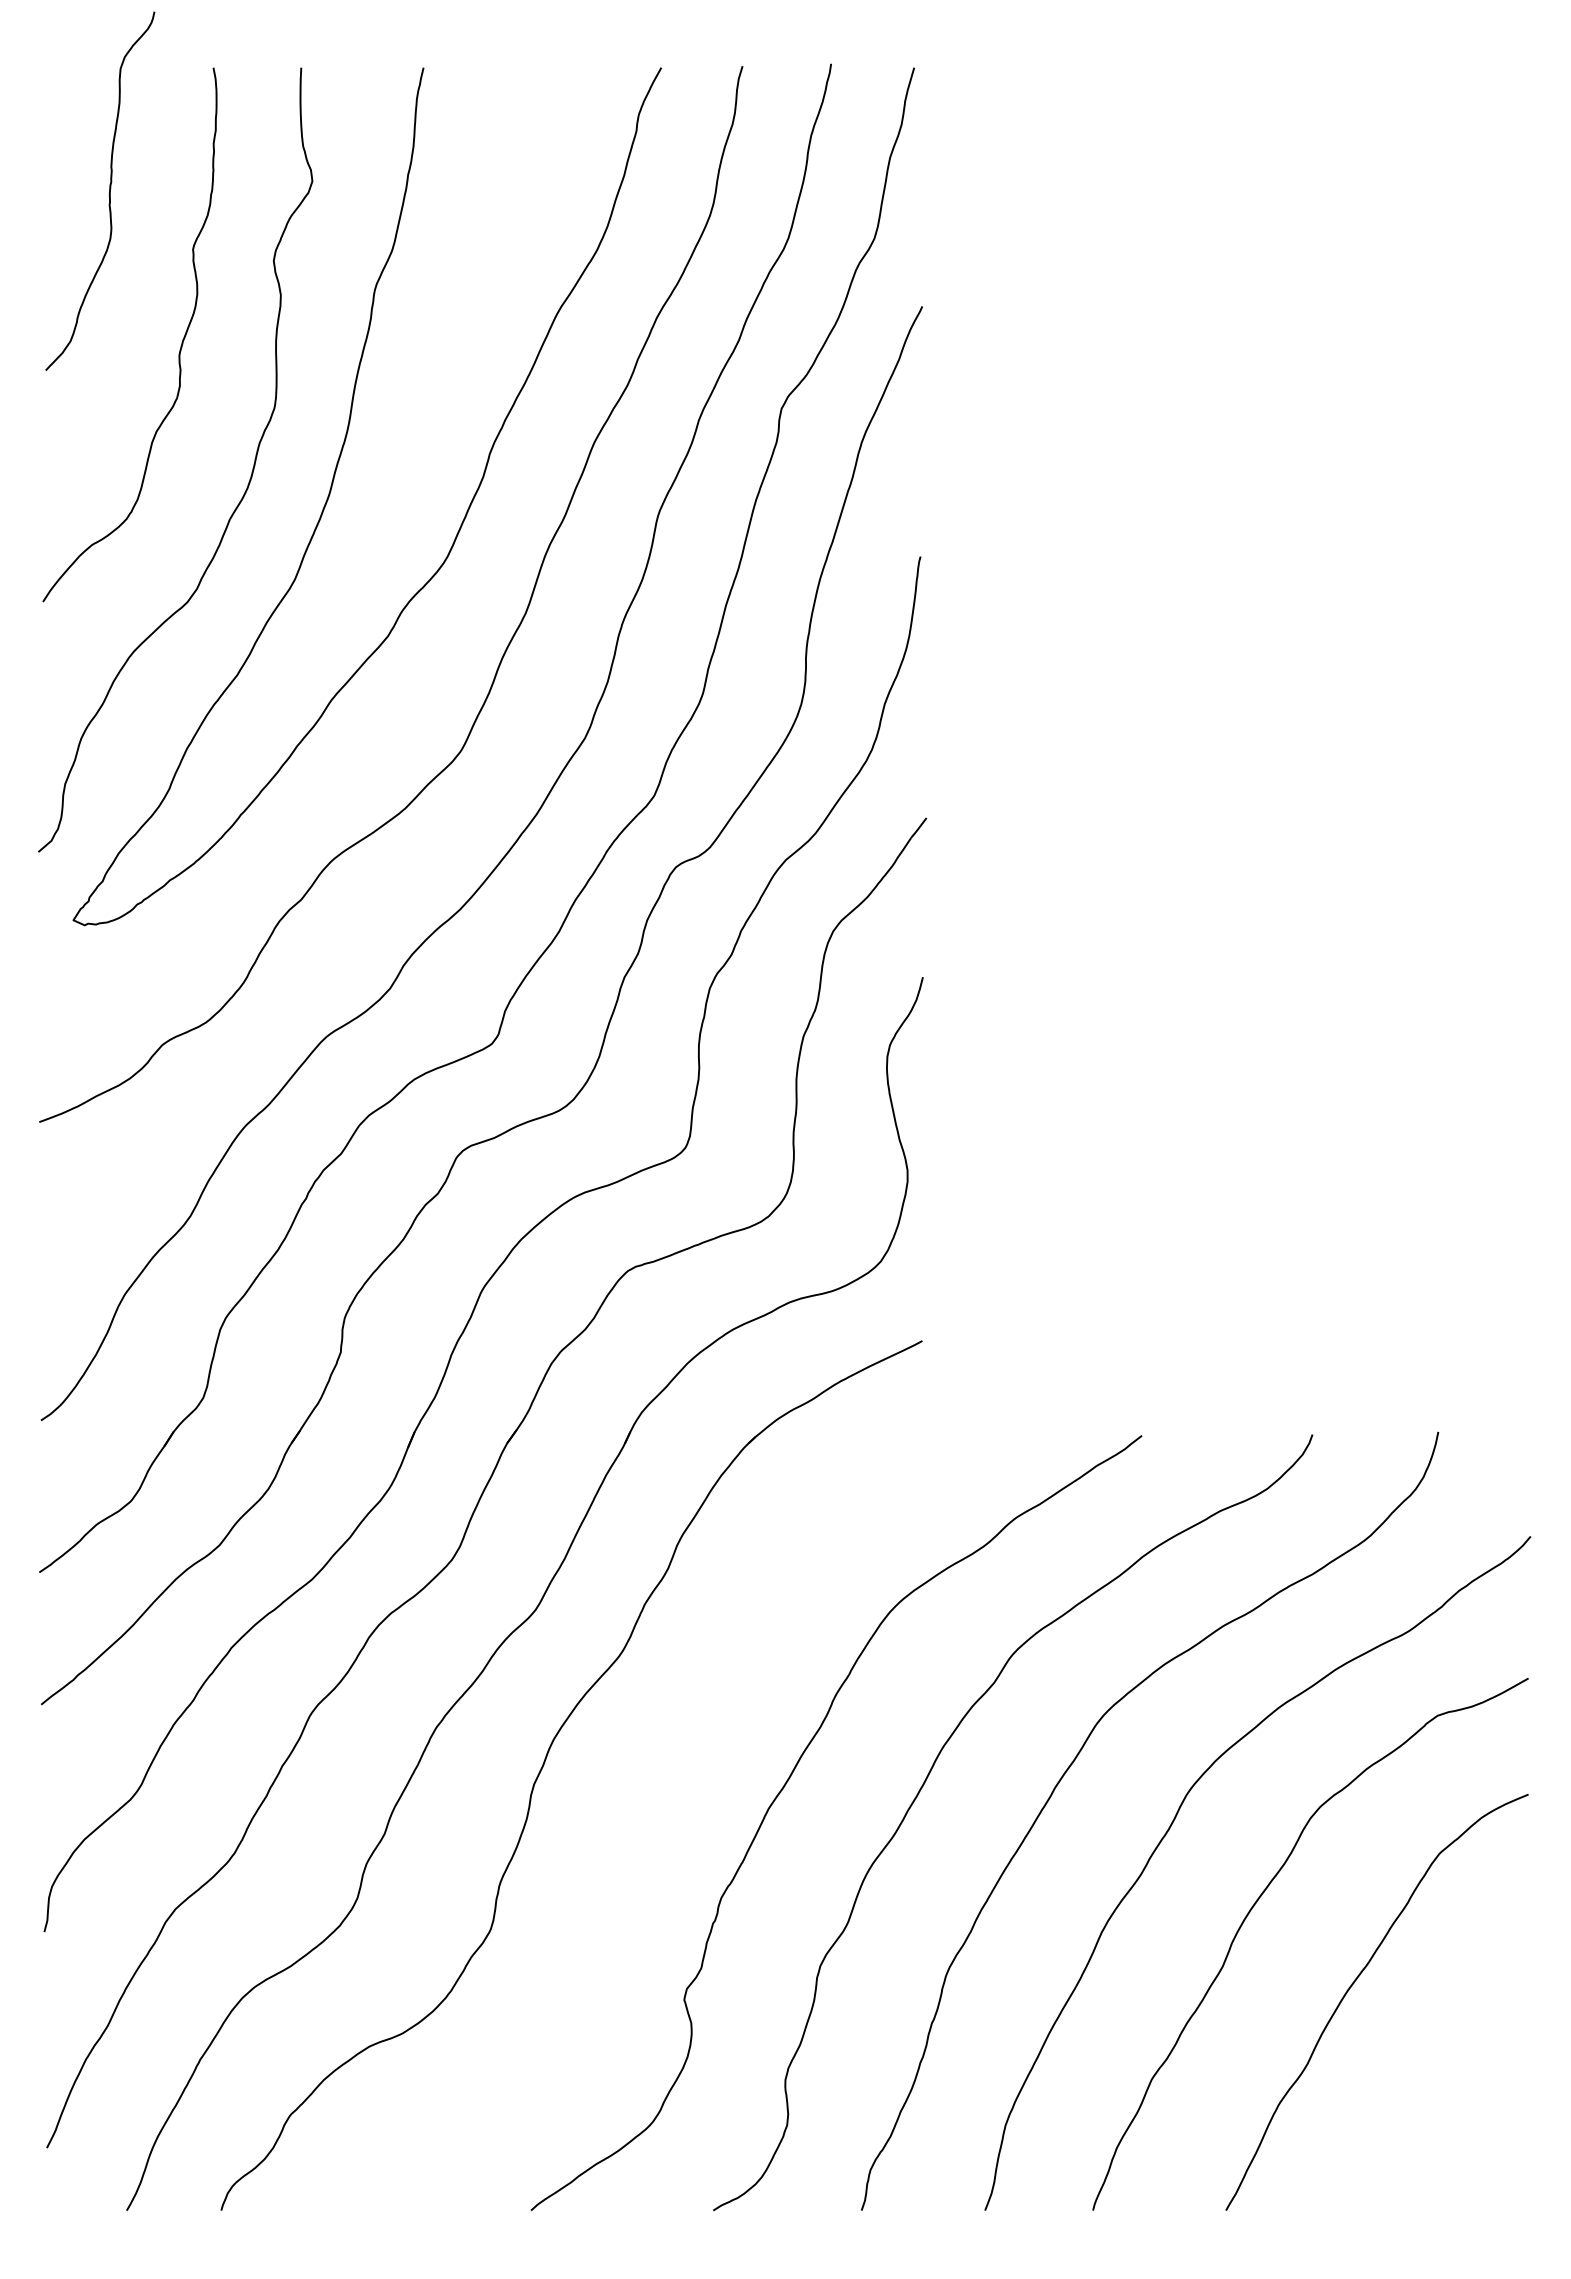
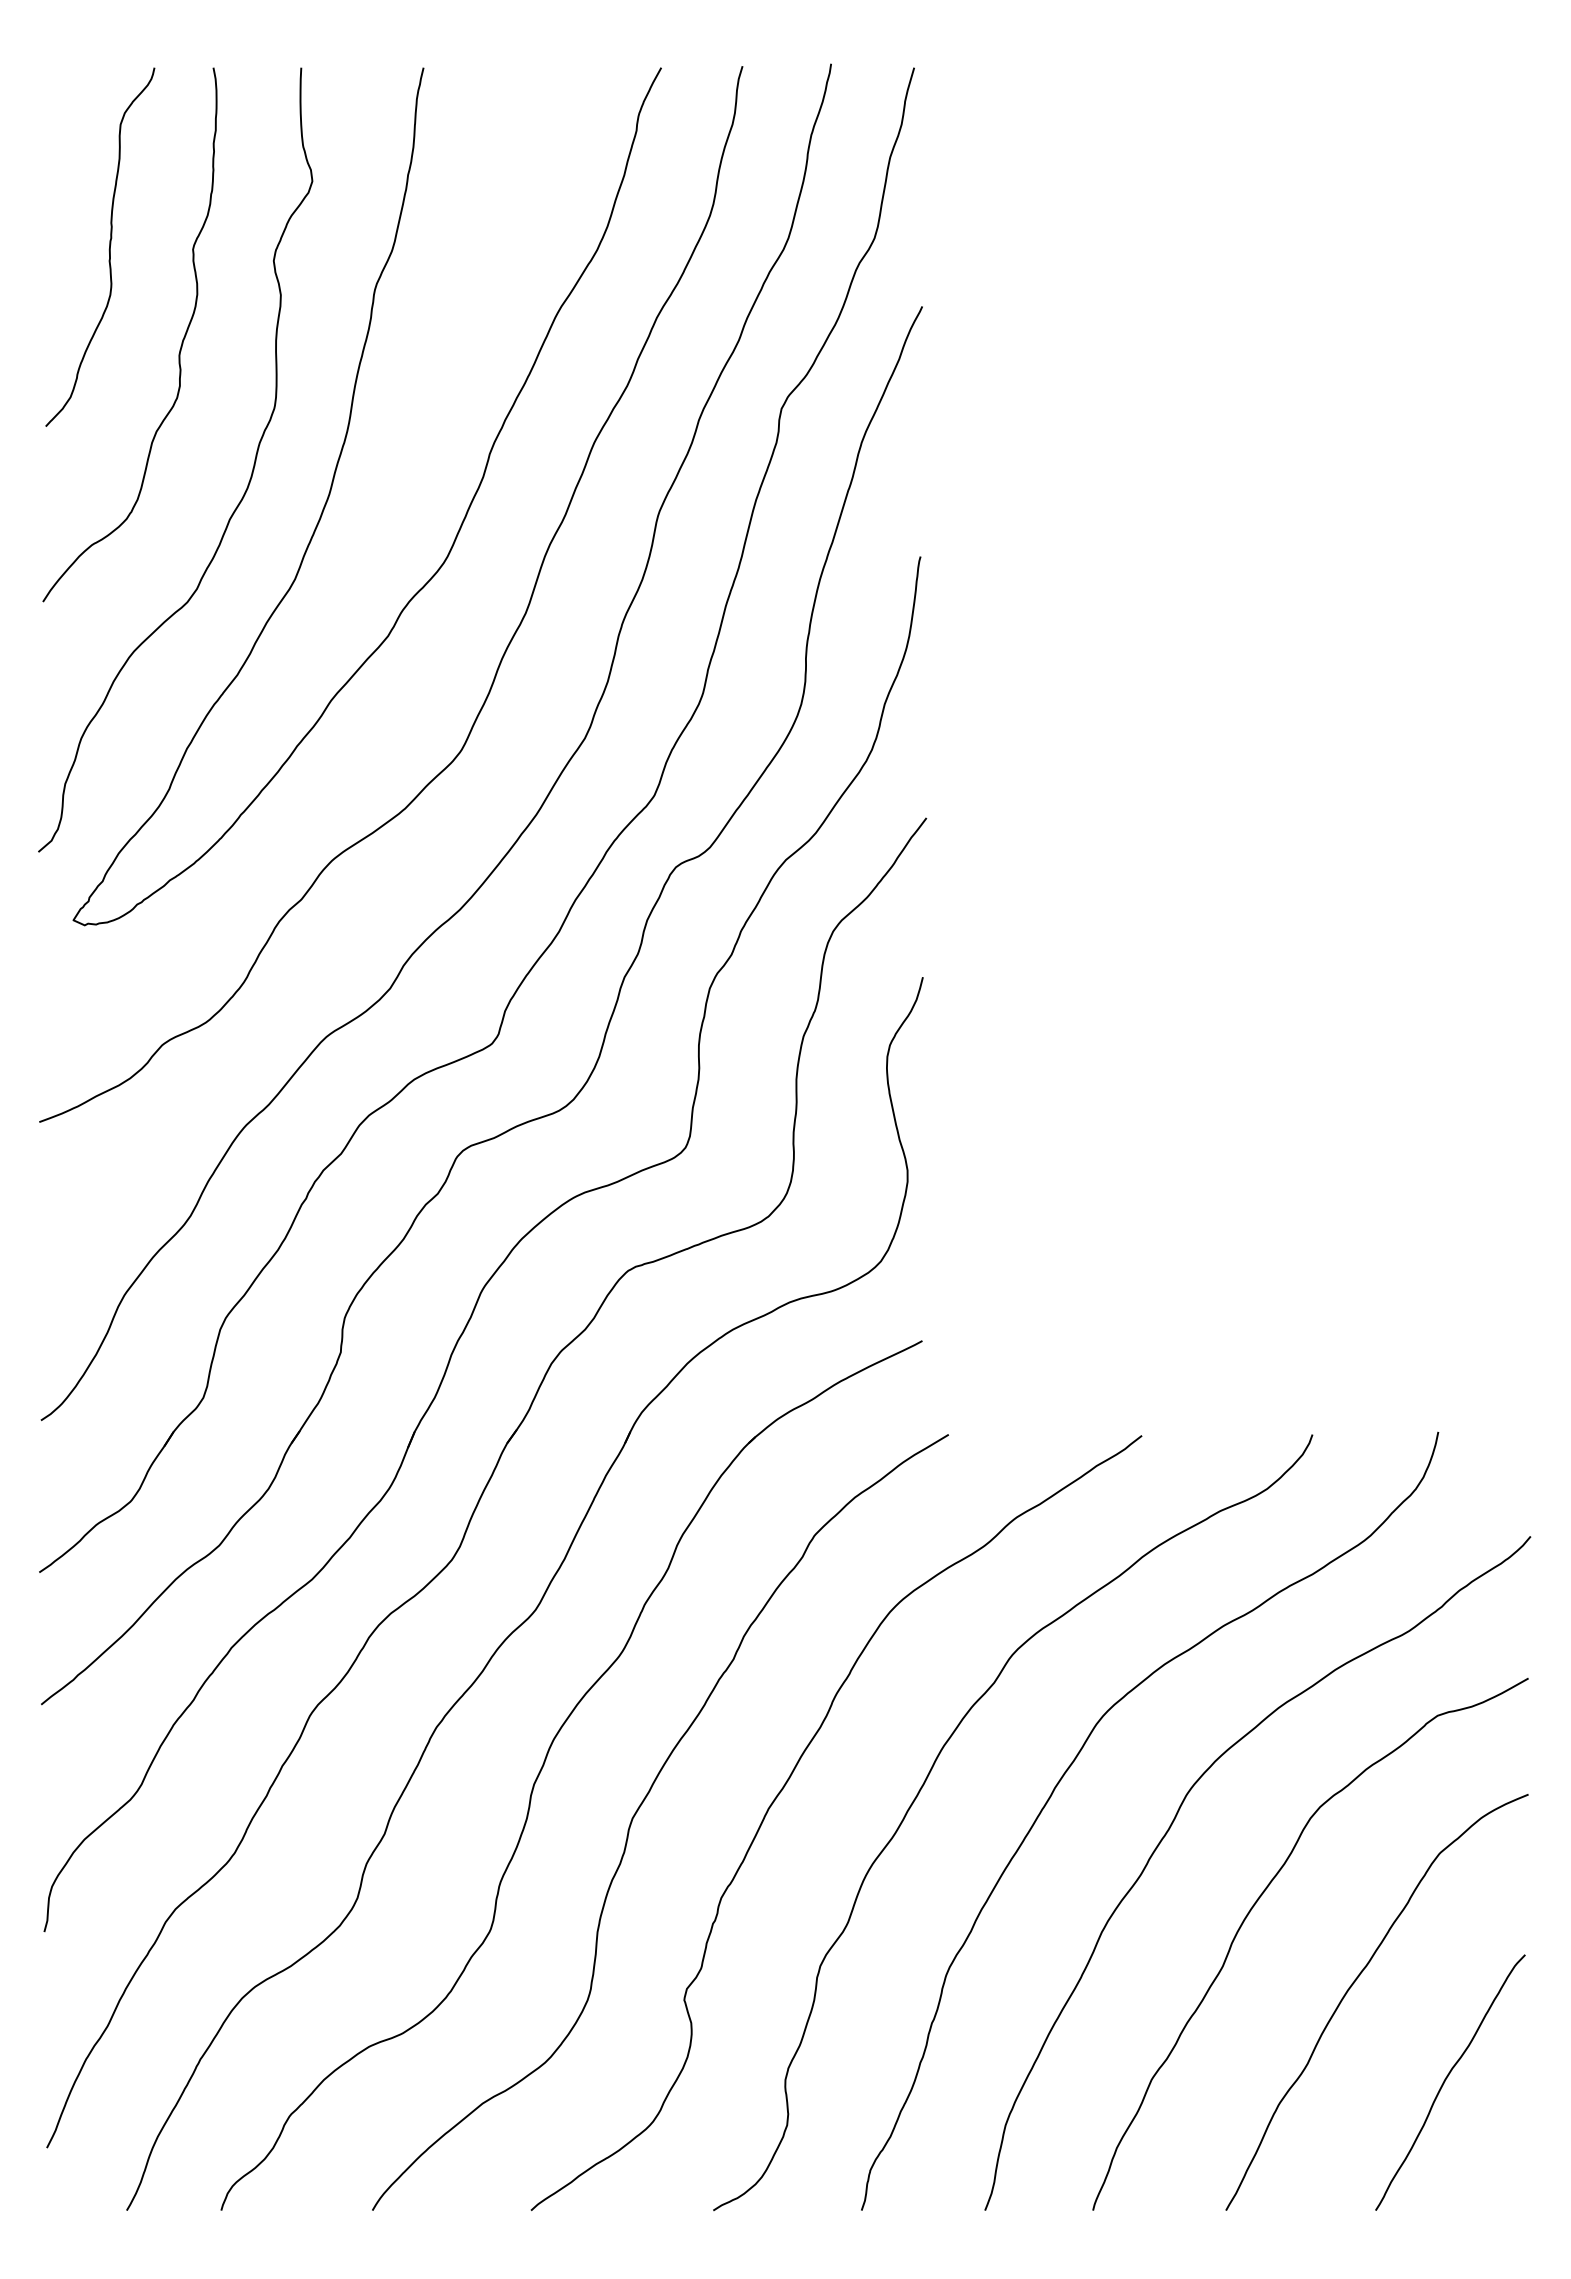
curve at (108, 193) position: (108, 193) -> (108, 249)
curve at (639, 1809): none -> present
curve at (1447, 2078): none -> present
